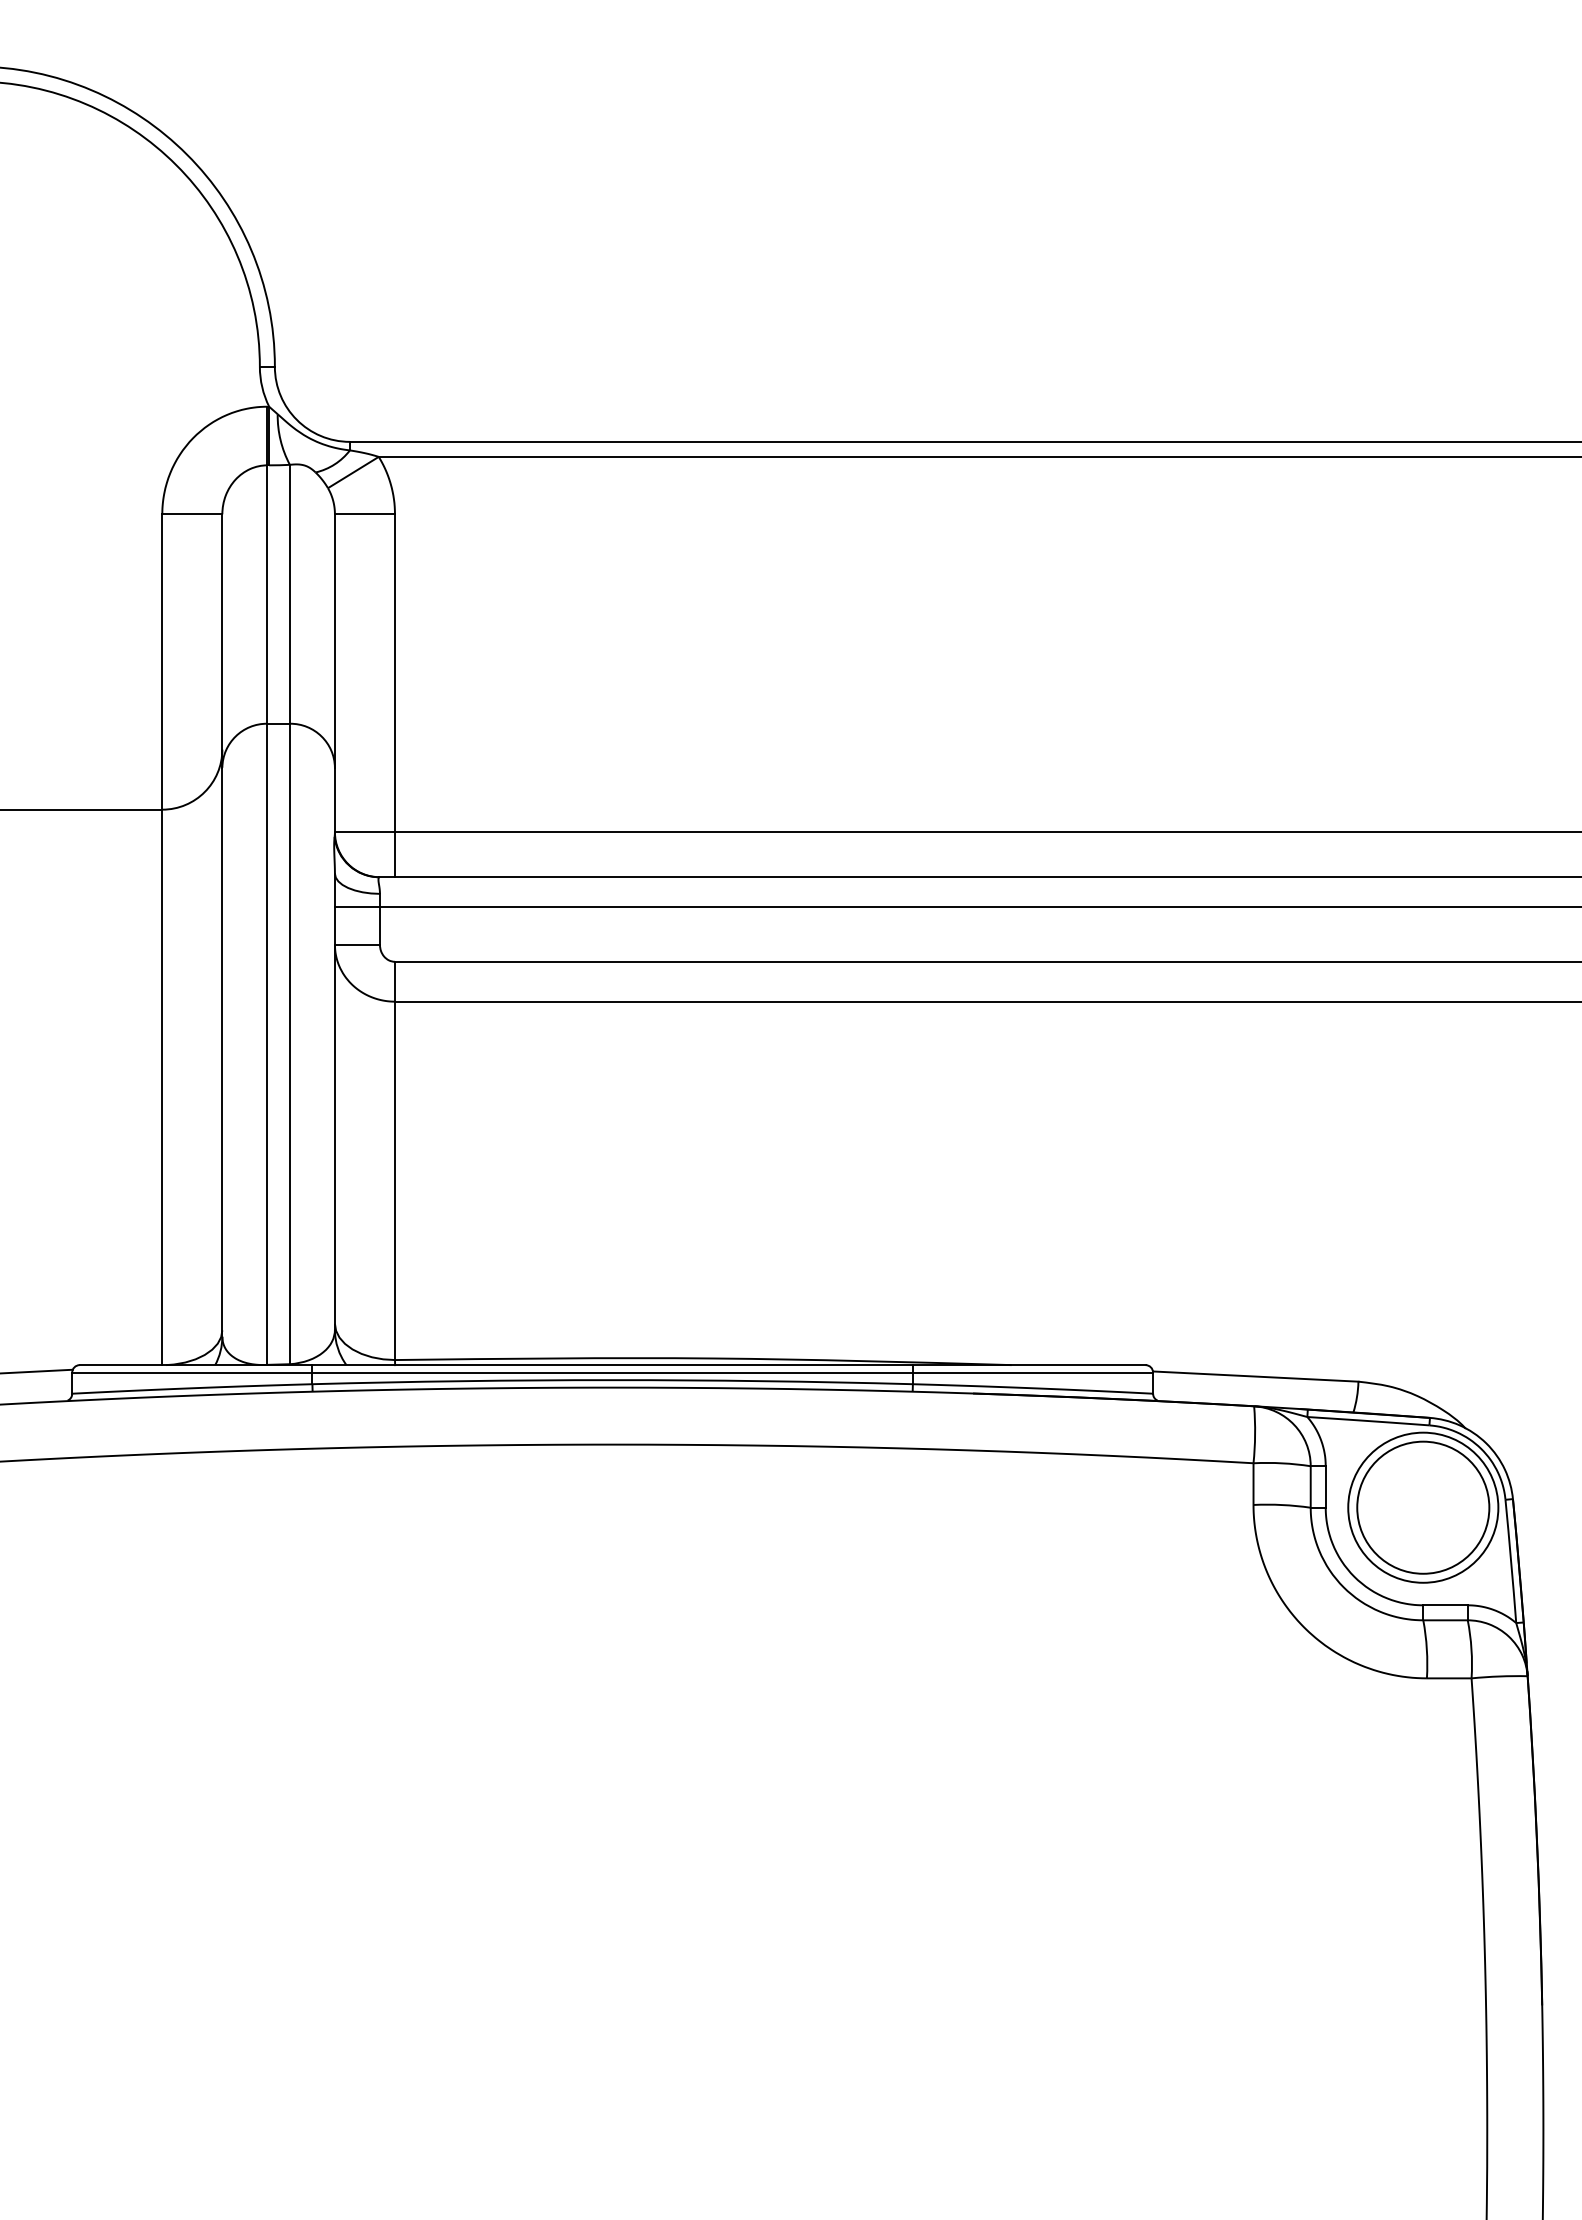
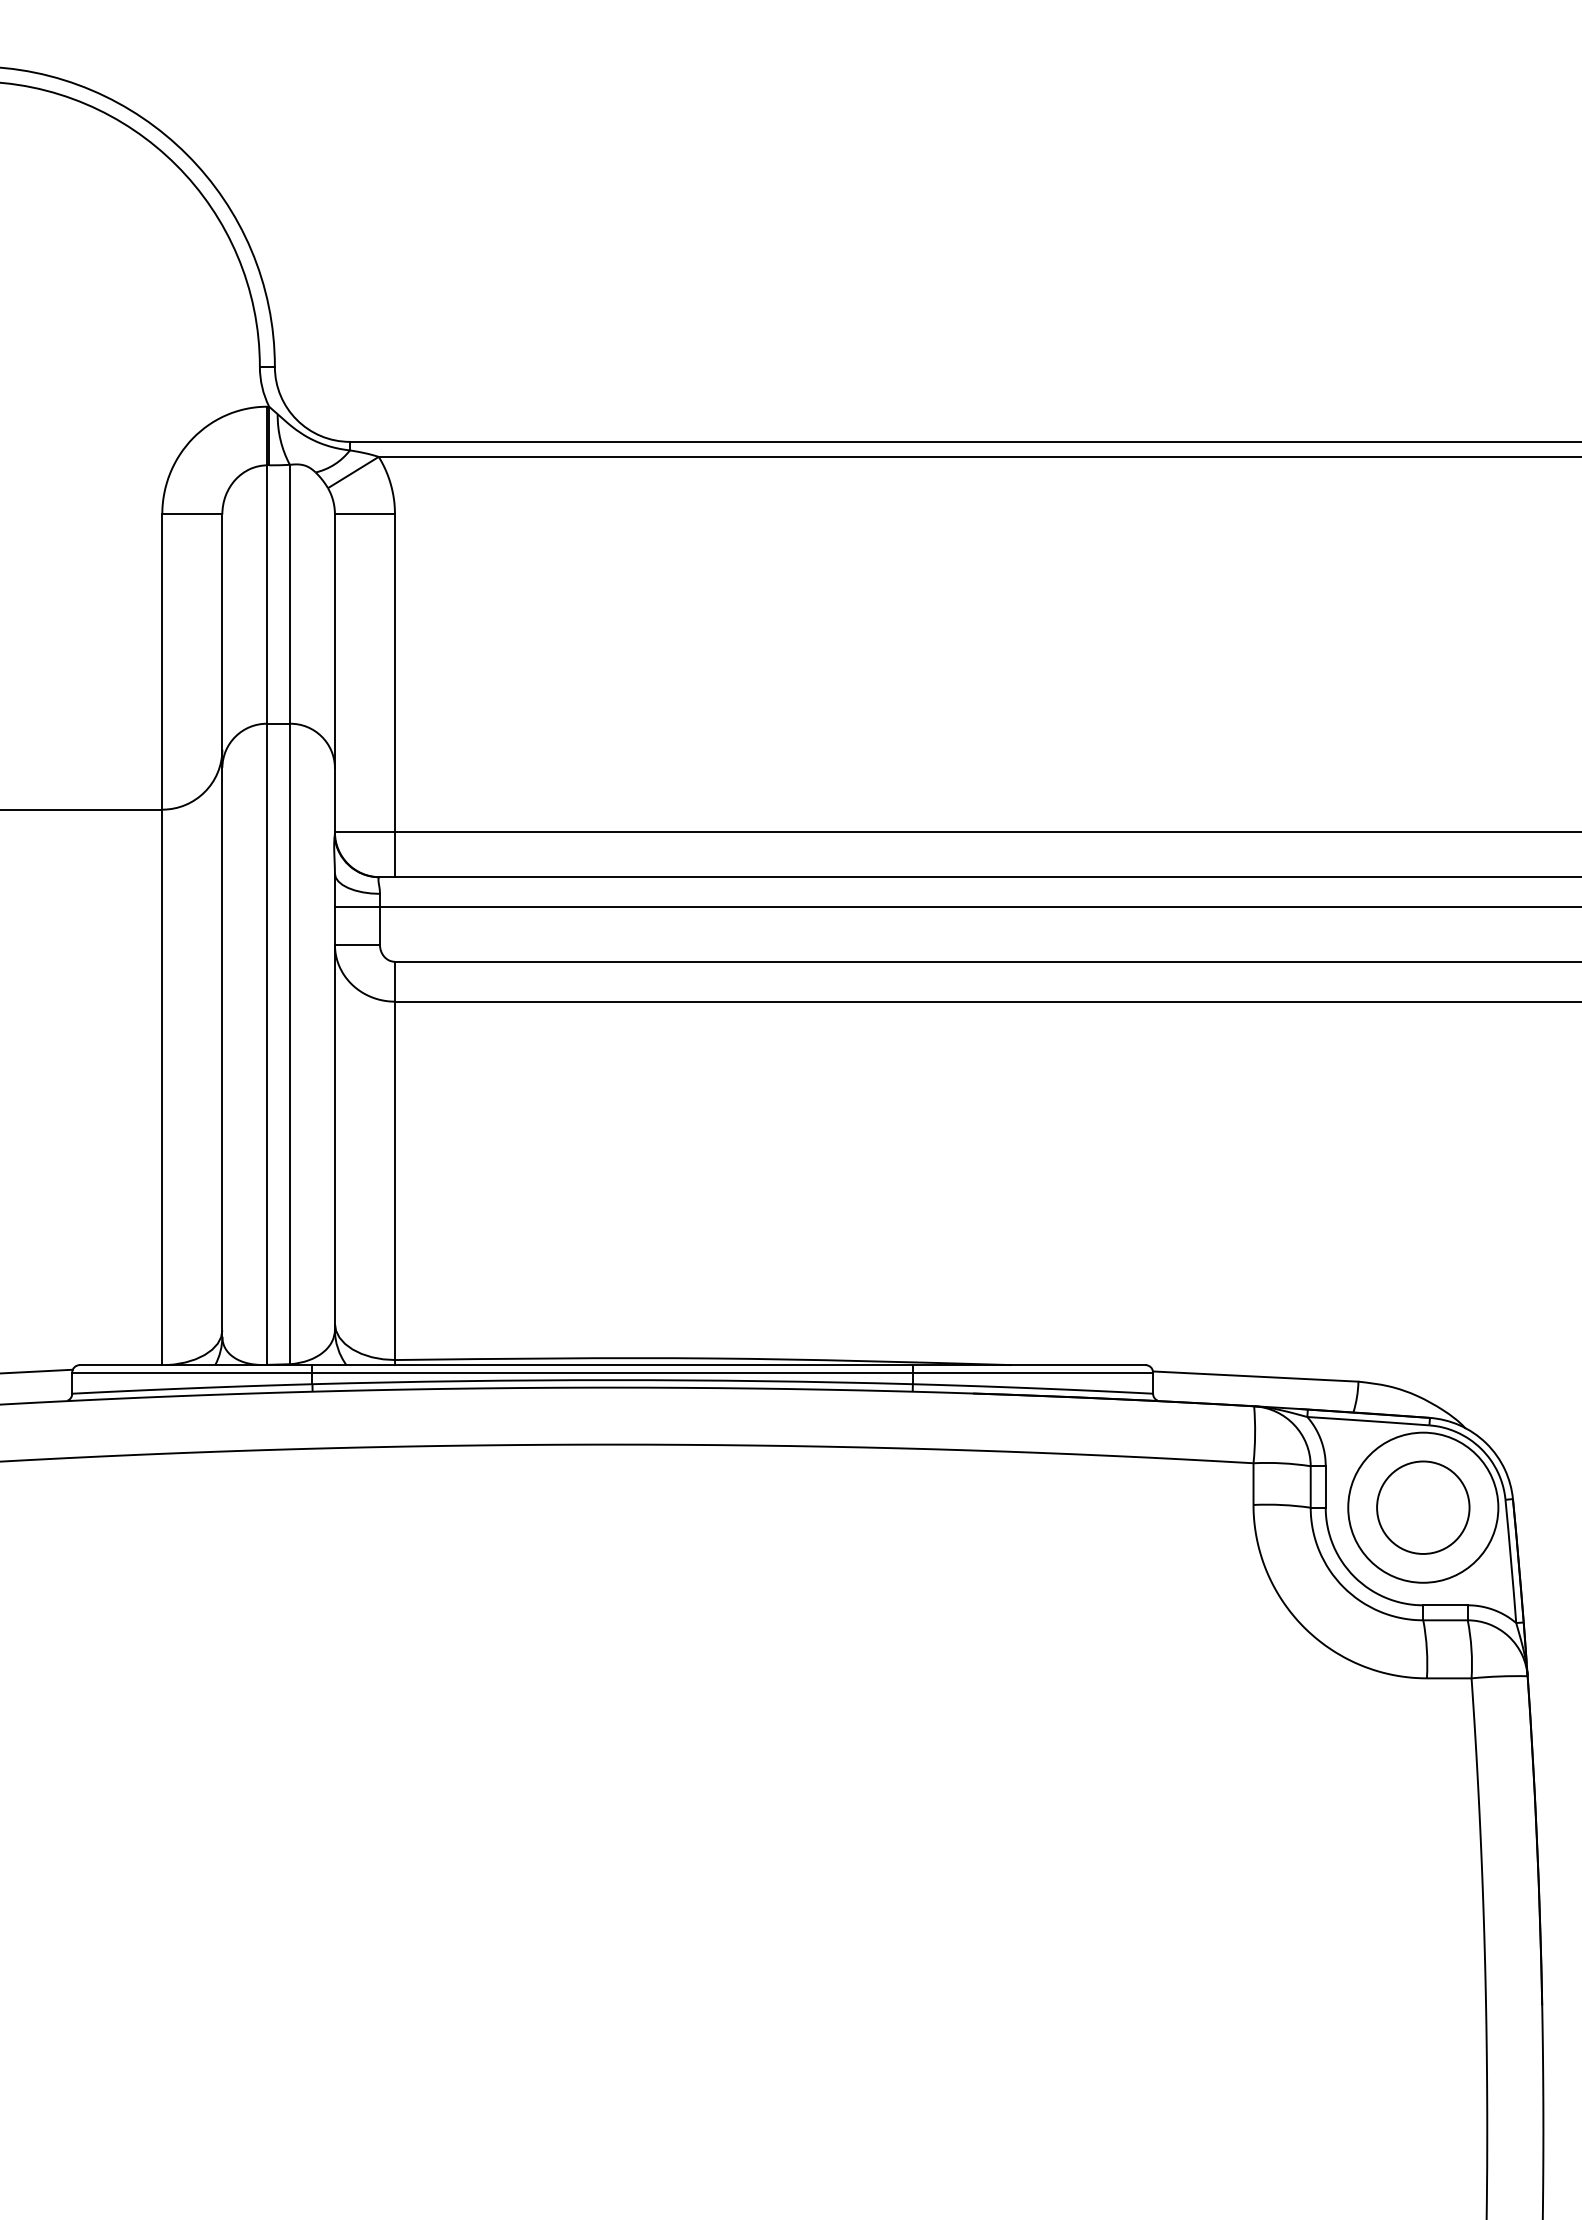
circle at (1423, 1507) diameter: 132 px -> 92 px
